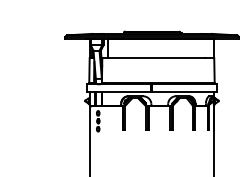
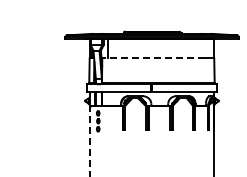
line at (153, 58): solid -> dashed
line at (89, 141): solid -> dashed
